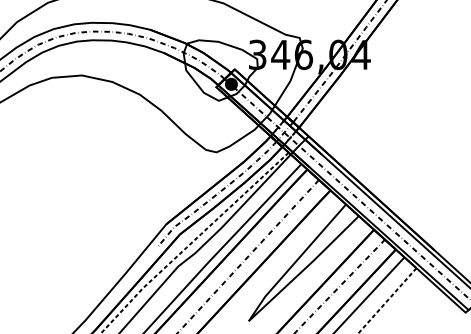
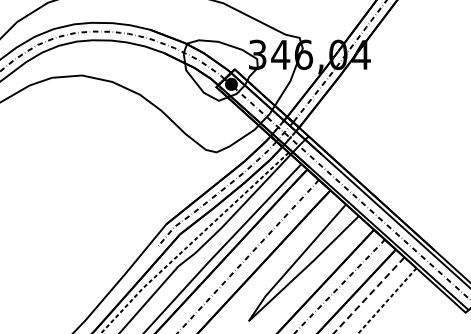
line at (369, 294): solid -> dashed
